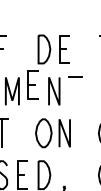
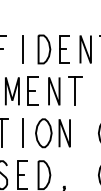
line at (22, 49): none -> present
line at (85, 49): none -> present
part at (32, 84) position: (32, 84) -> (32, 90)
line at (75, 91): none -> present
line at (22, 132): none -> present
